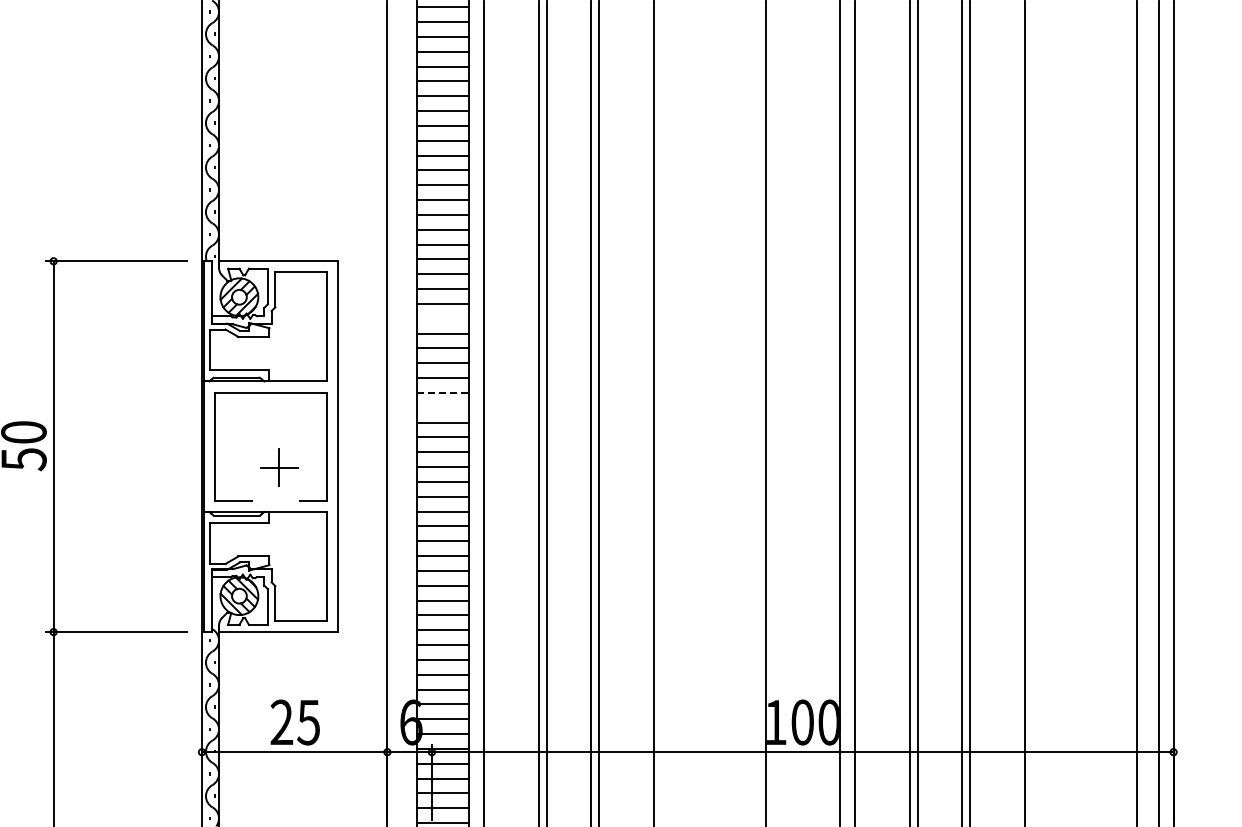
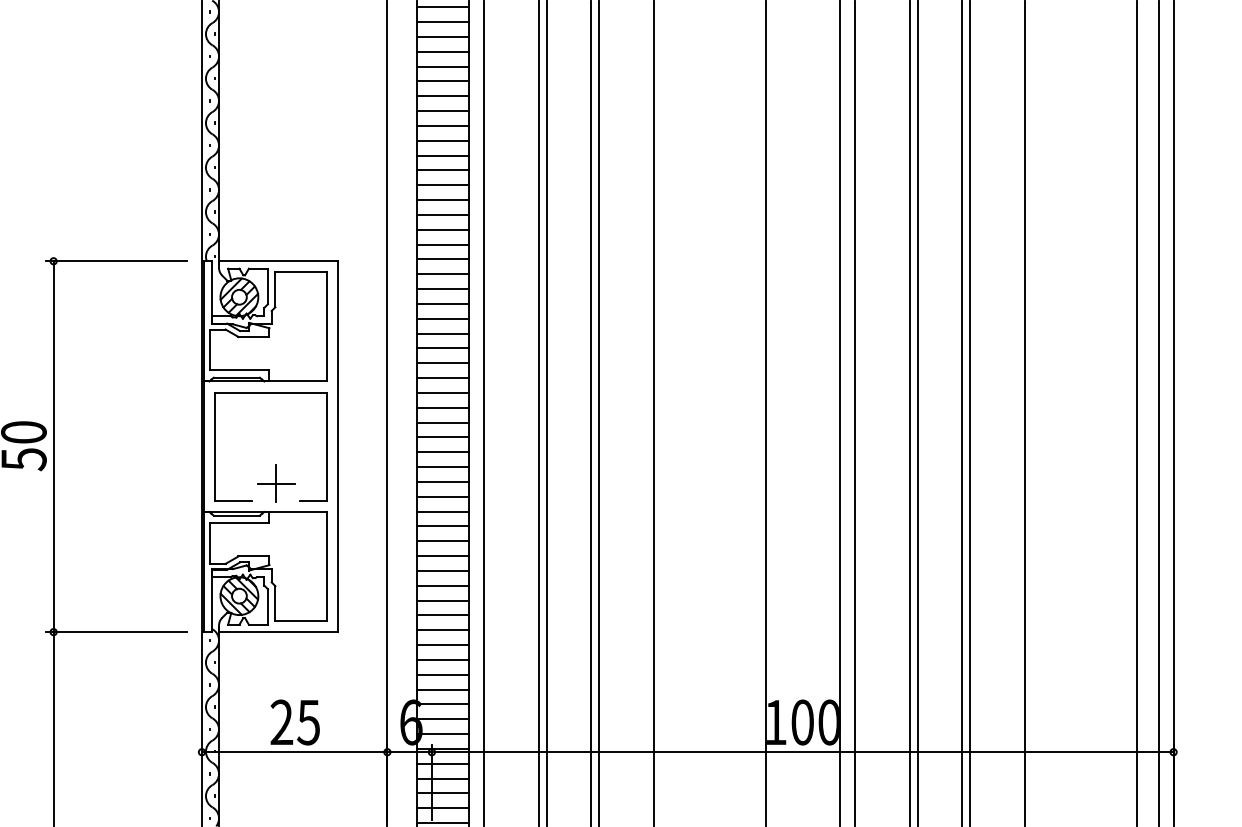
line at (442, 318): none -> present
line at (443, 392): dashed -> solid
line at (442, 407): none -> present
part at (279, 467) position: (279, 467) -> (276, 483)
